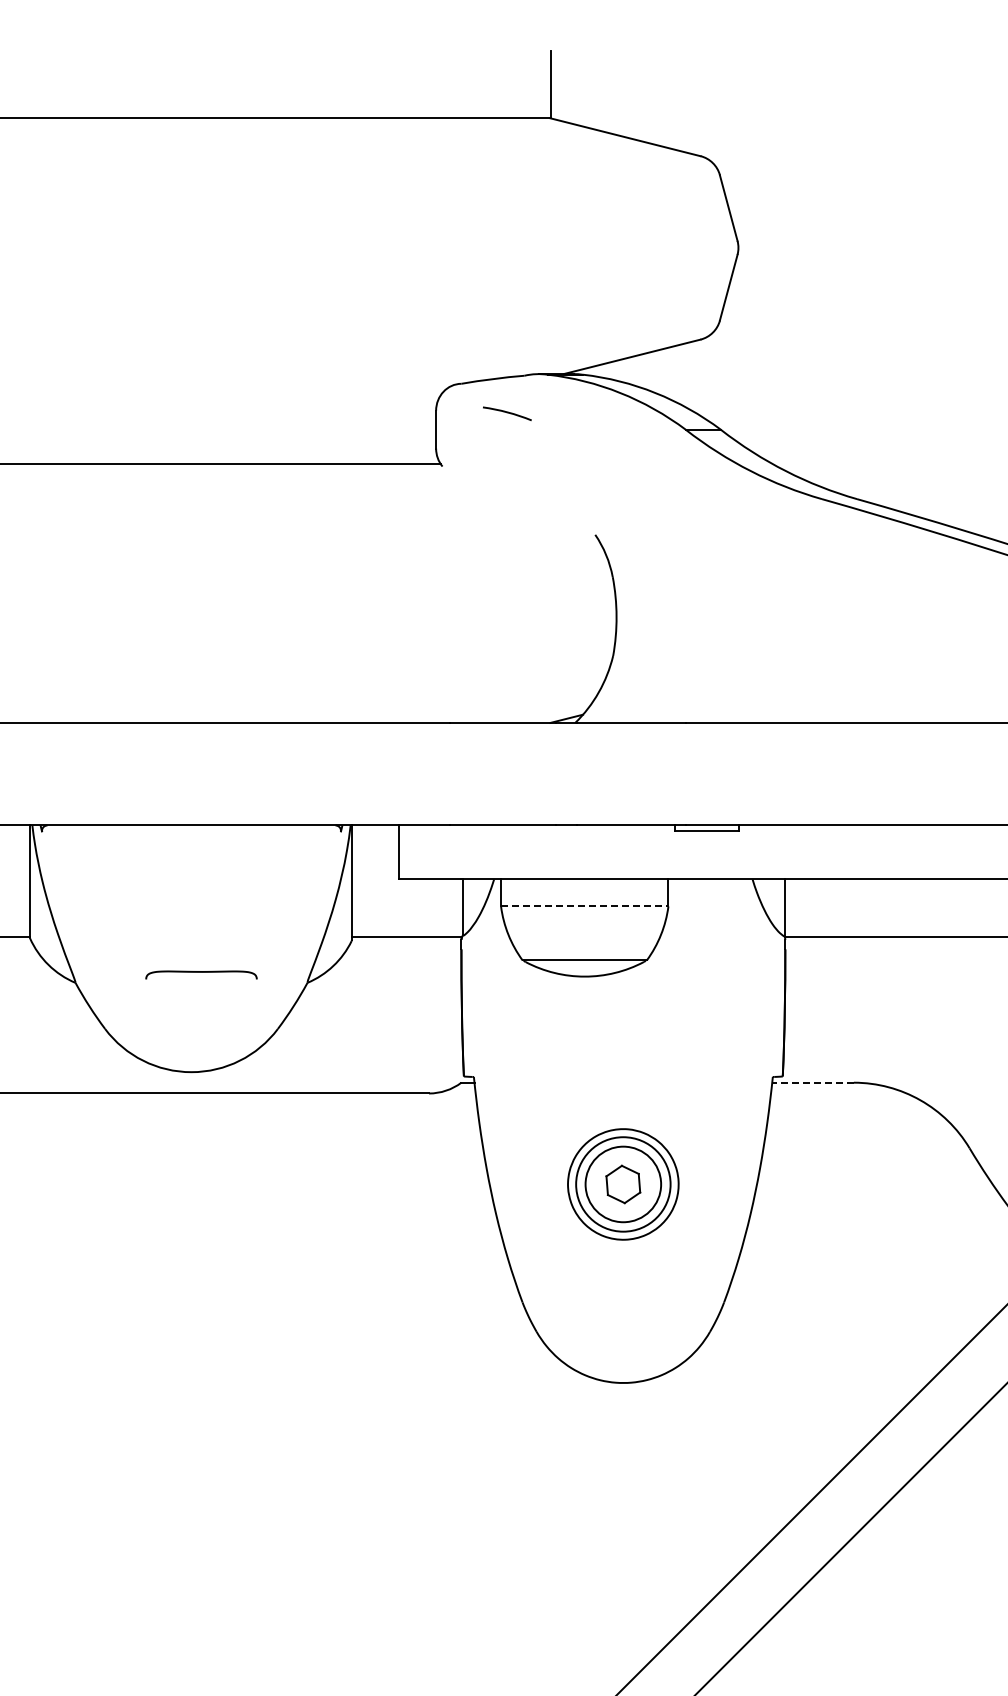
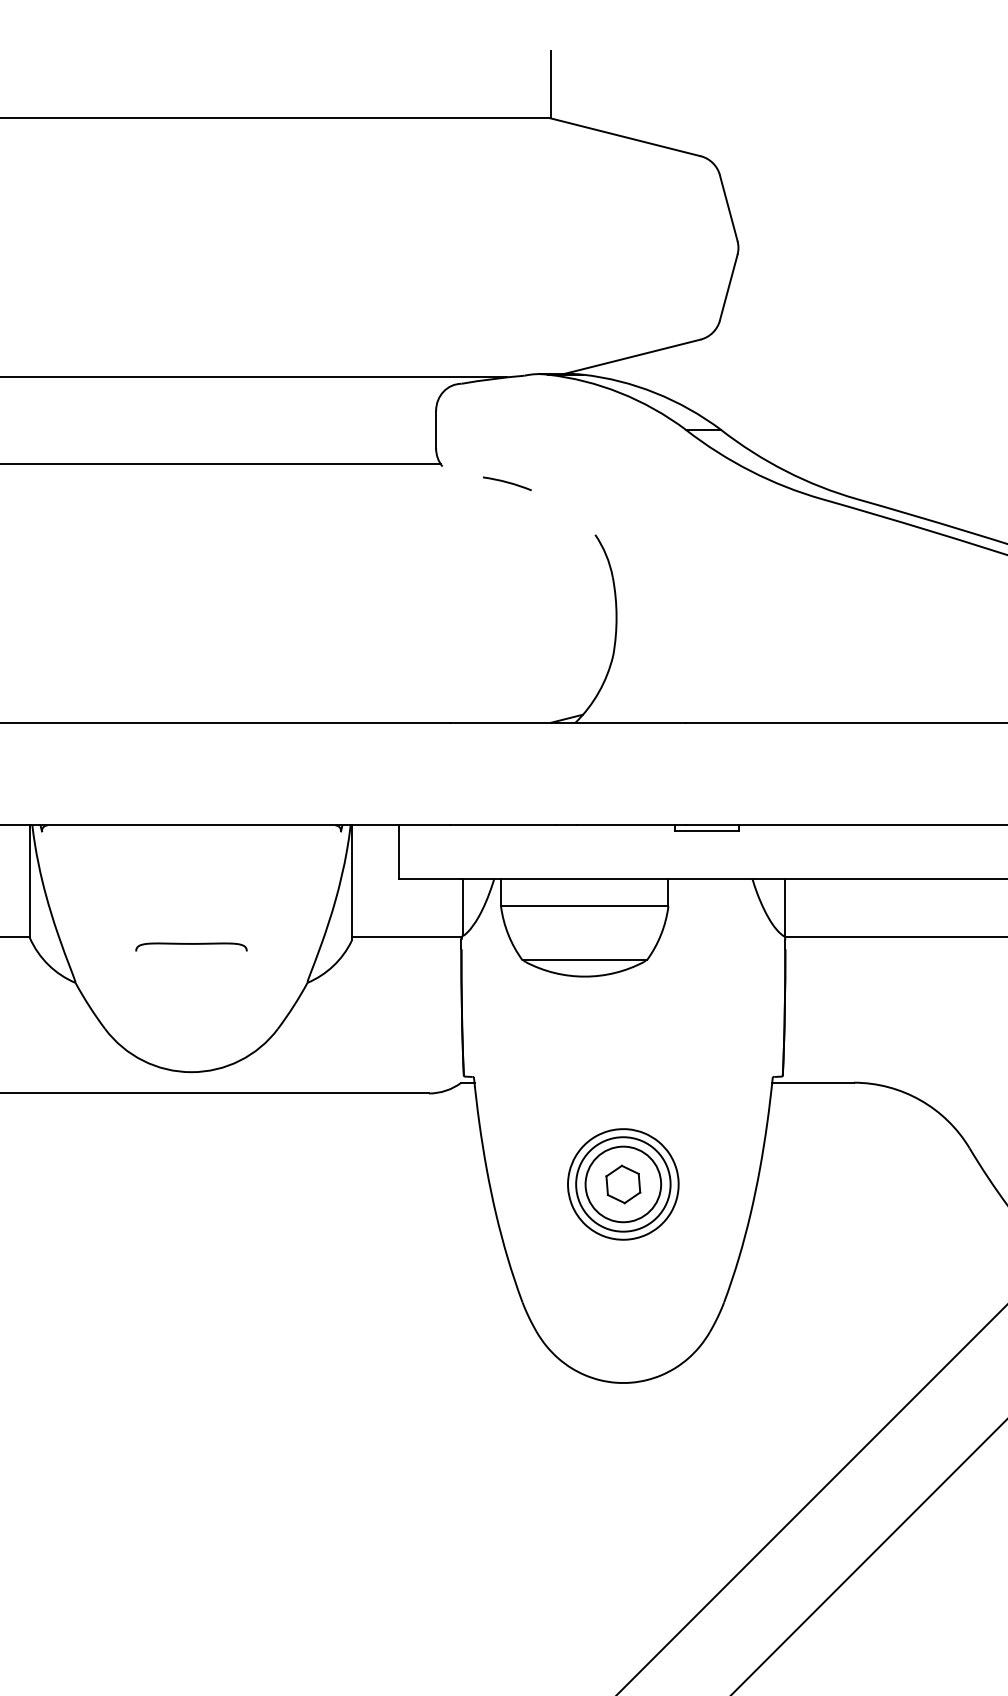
line at (254, 377): none -> present
curve at (507, 413) position: (507, 413) -> (507, 483)
line at (584, 906): dashed -> solid
curve at (201, 972) position: (201, 972) -> (191, 944)
line at (813, 1082): dashed -> solid
line at (850, 1538) position: (850, 1538) -> (868, 1557)
